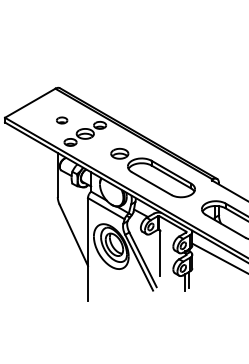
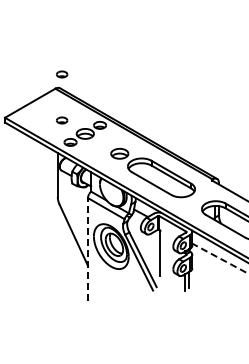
part at (62, 74): none -> present
line at (88, 249): solid -> dashed
line at (220, 258): solid -> dashed
